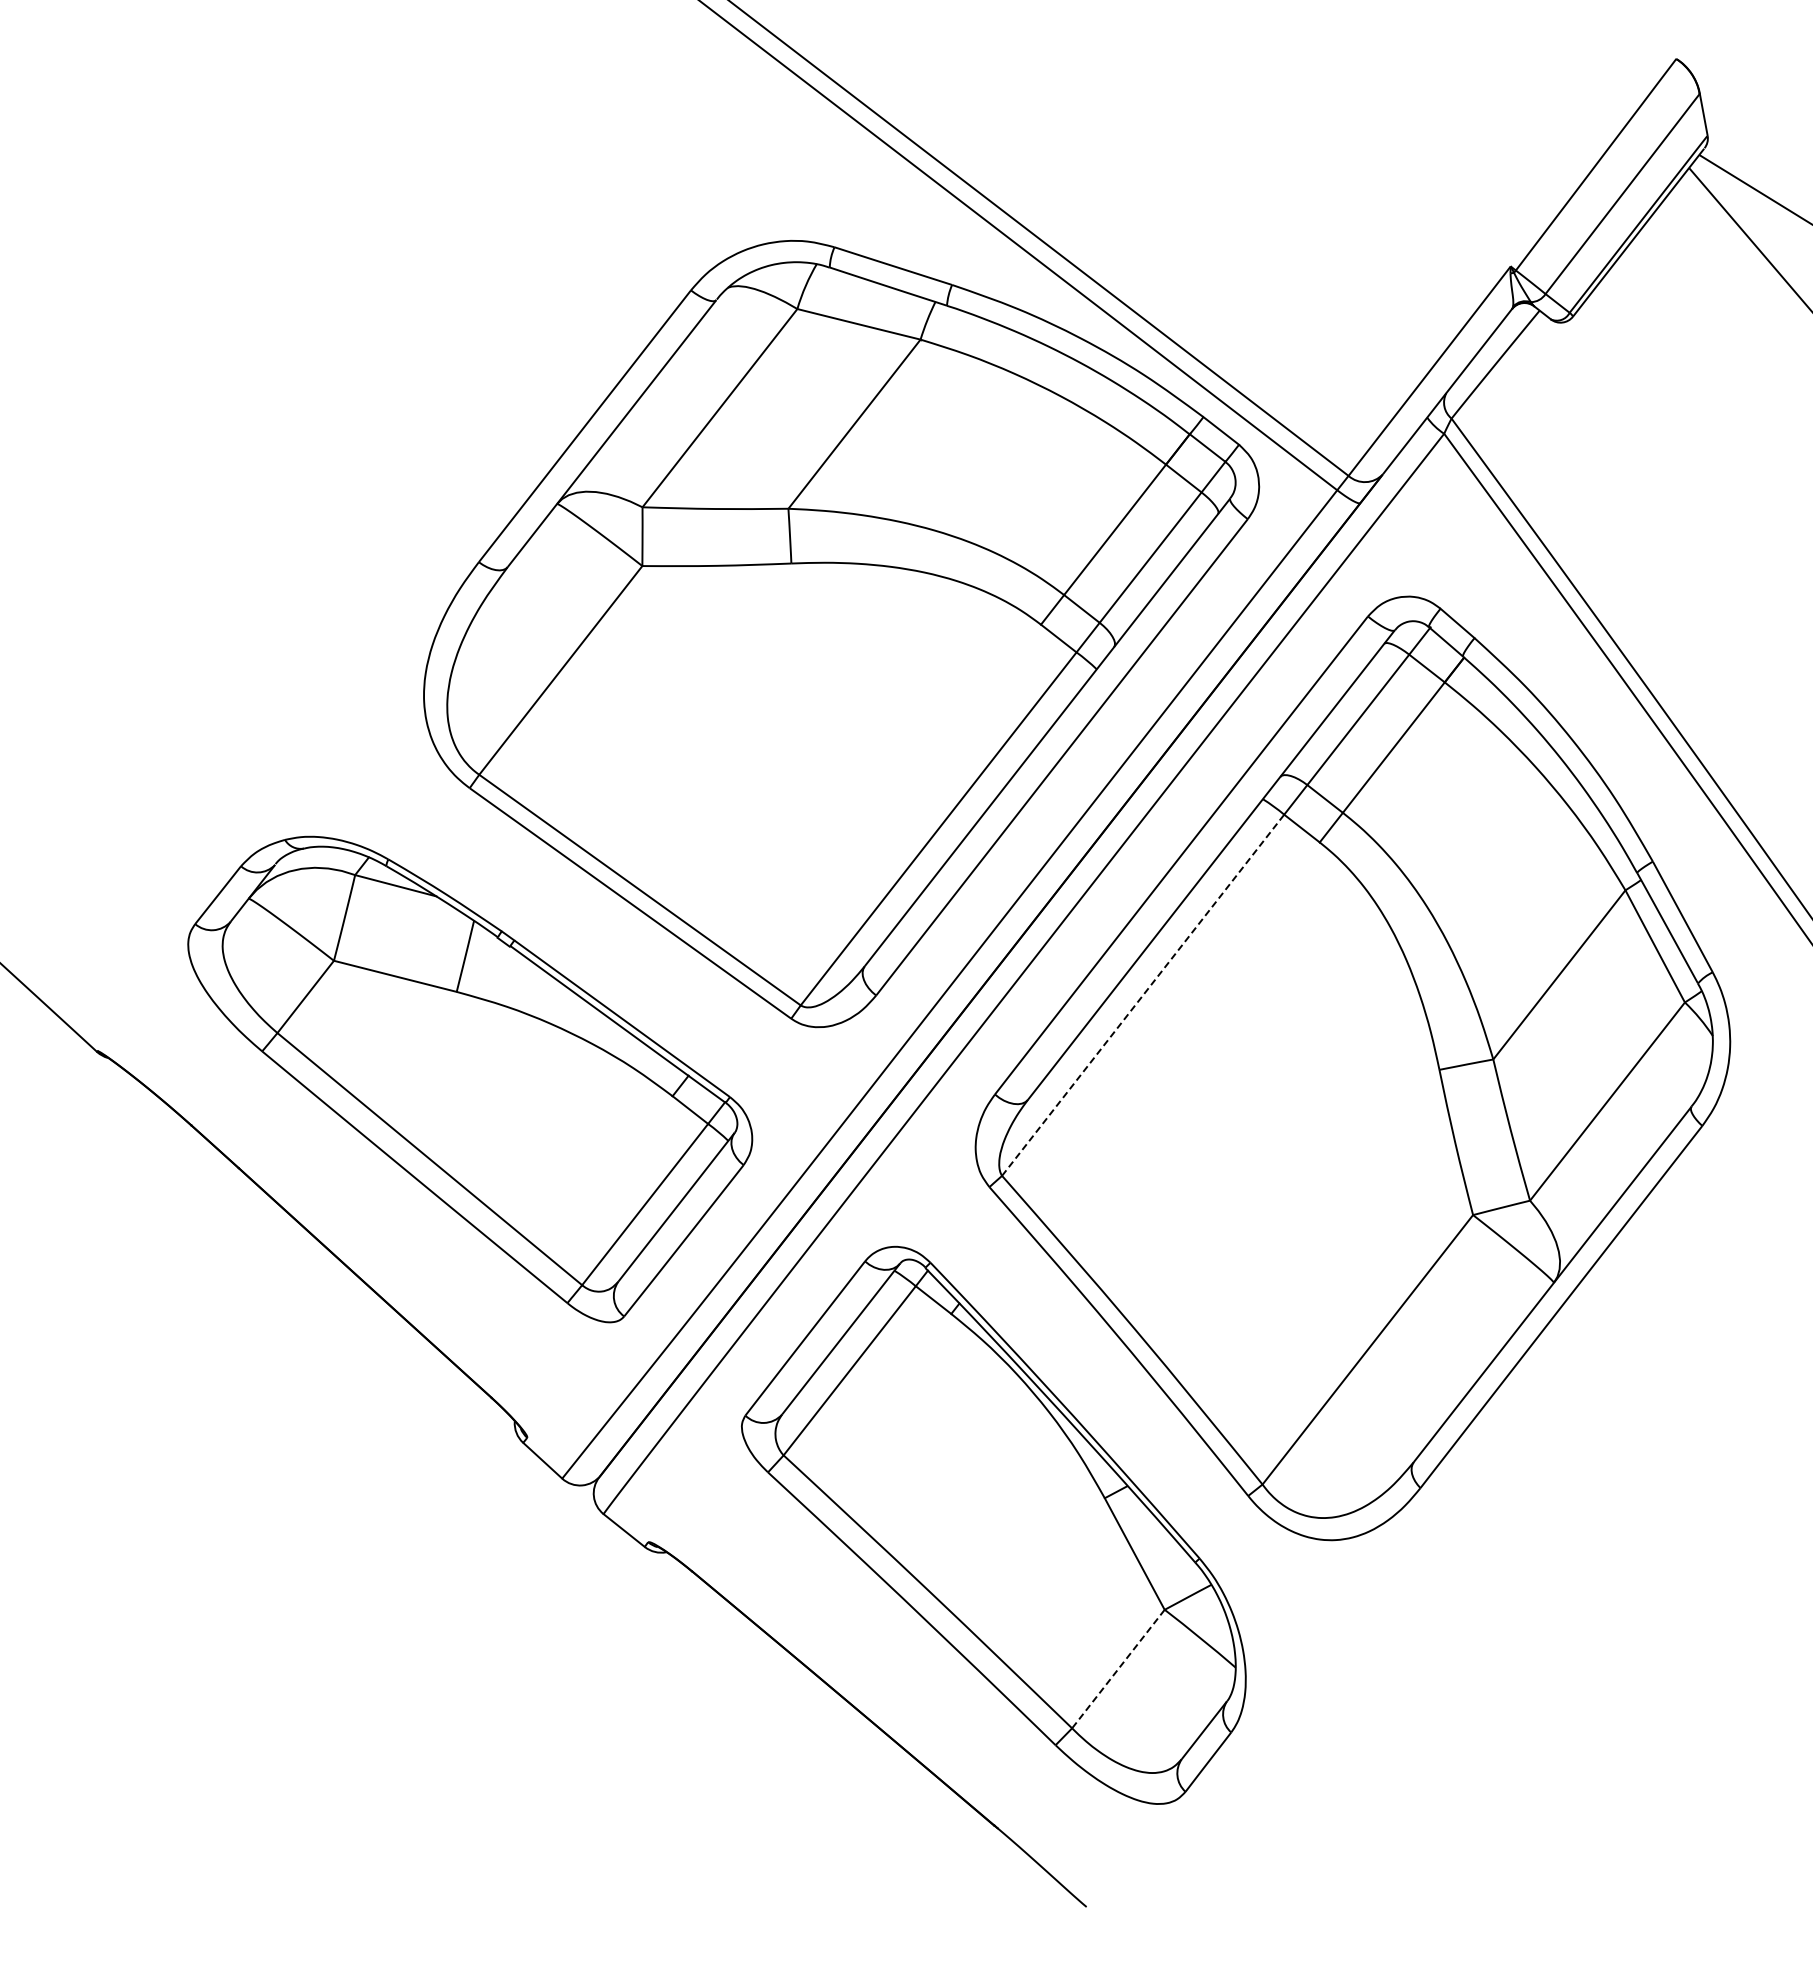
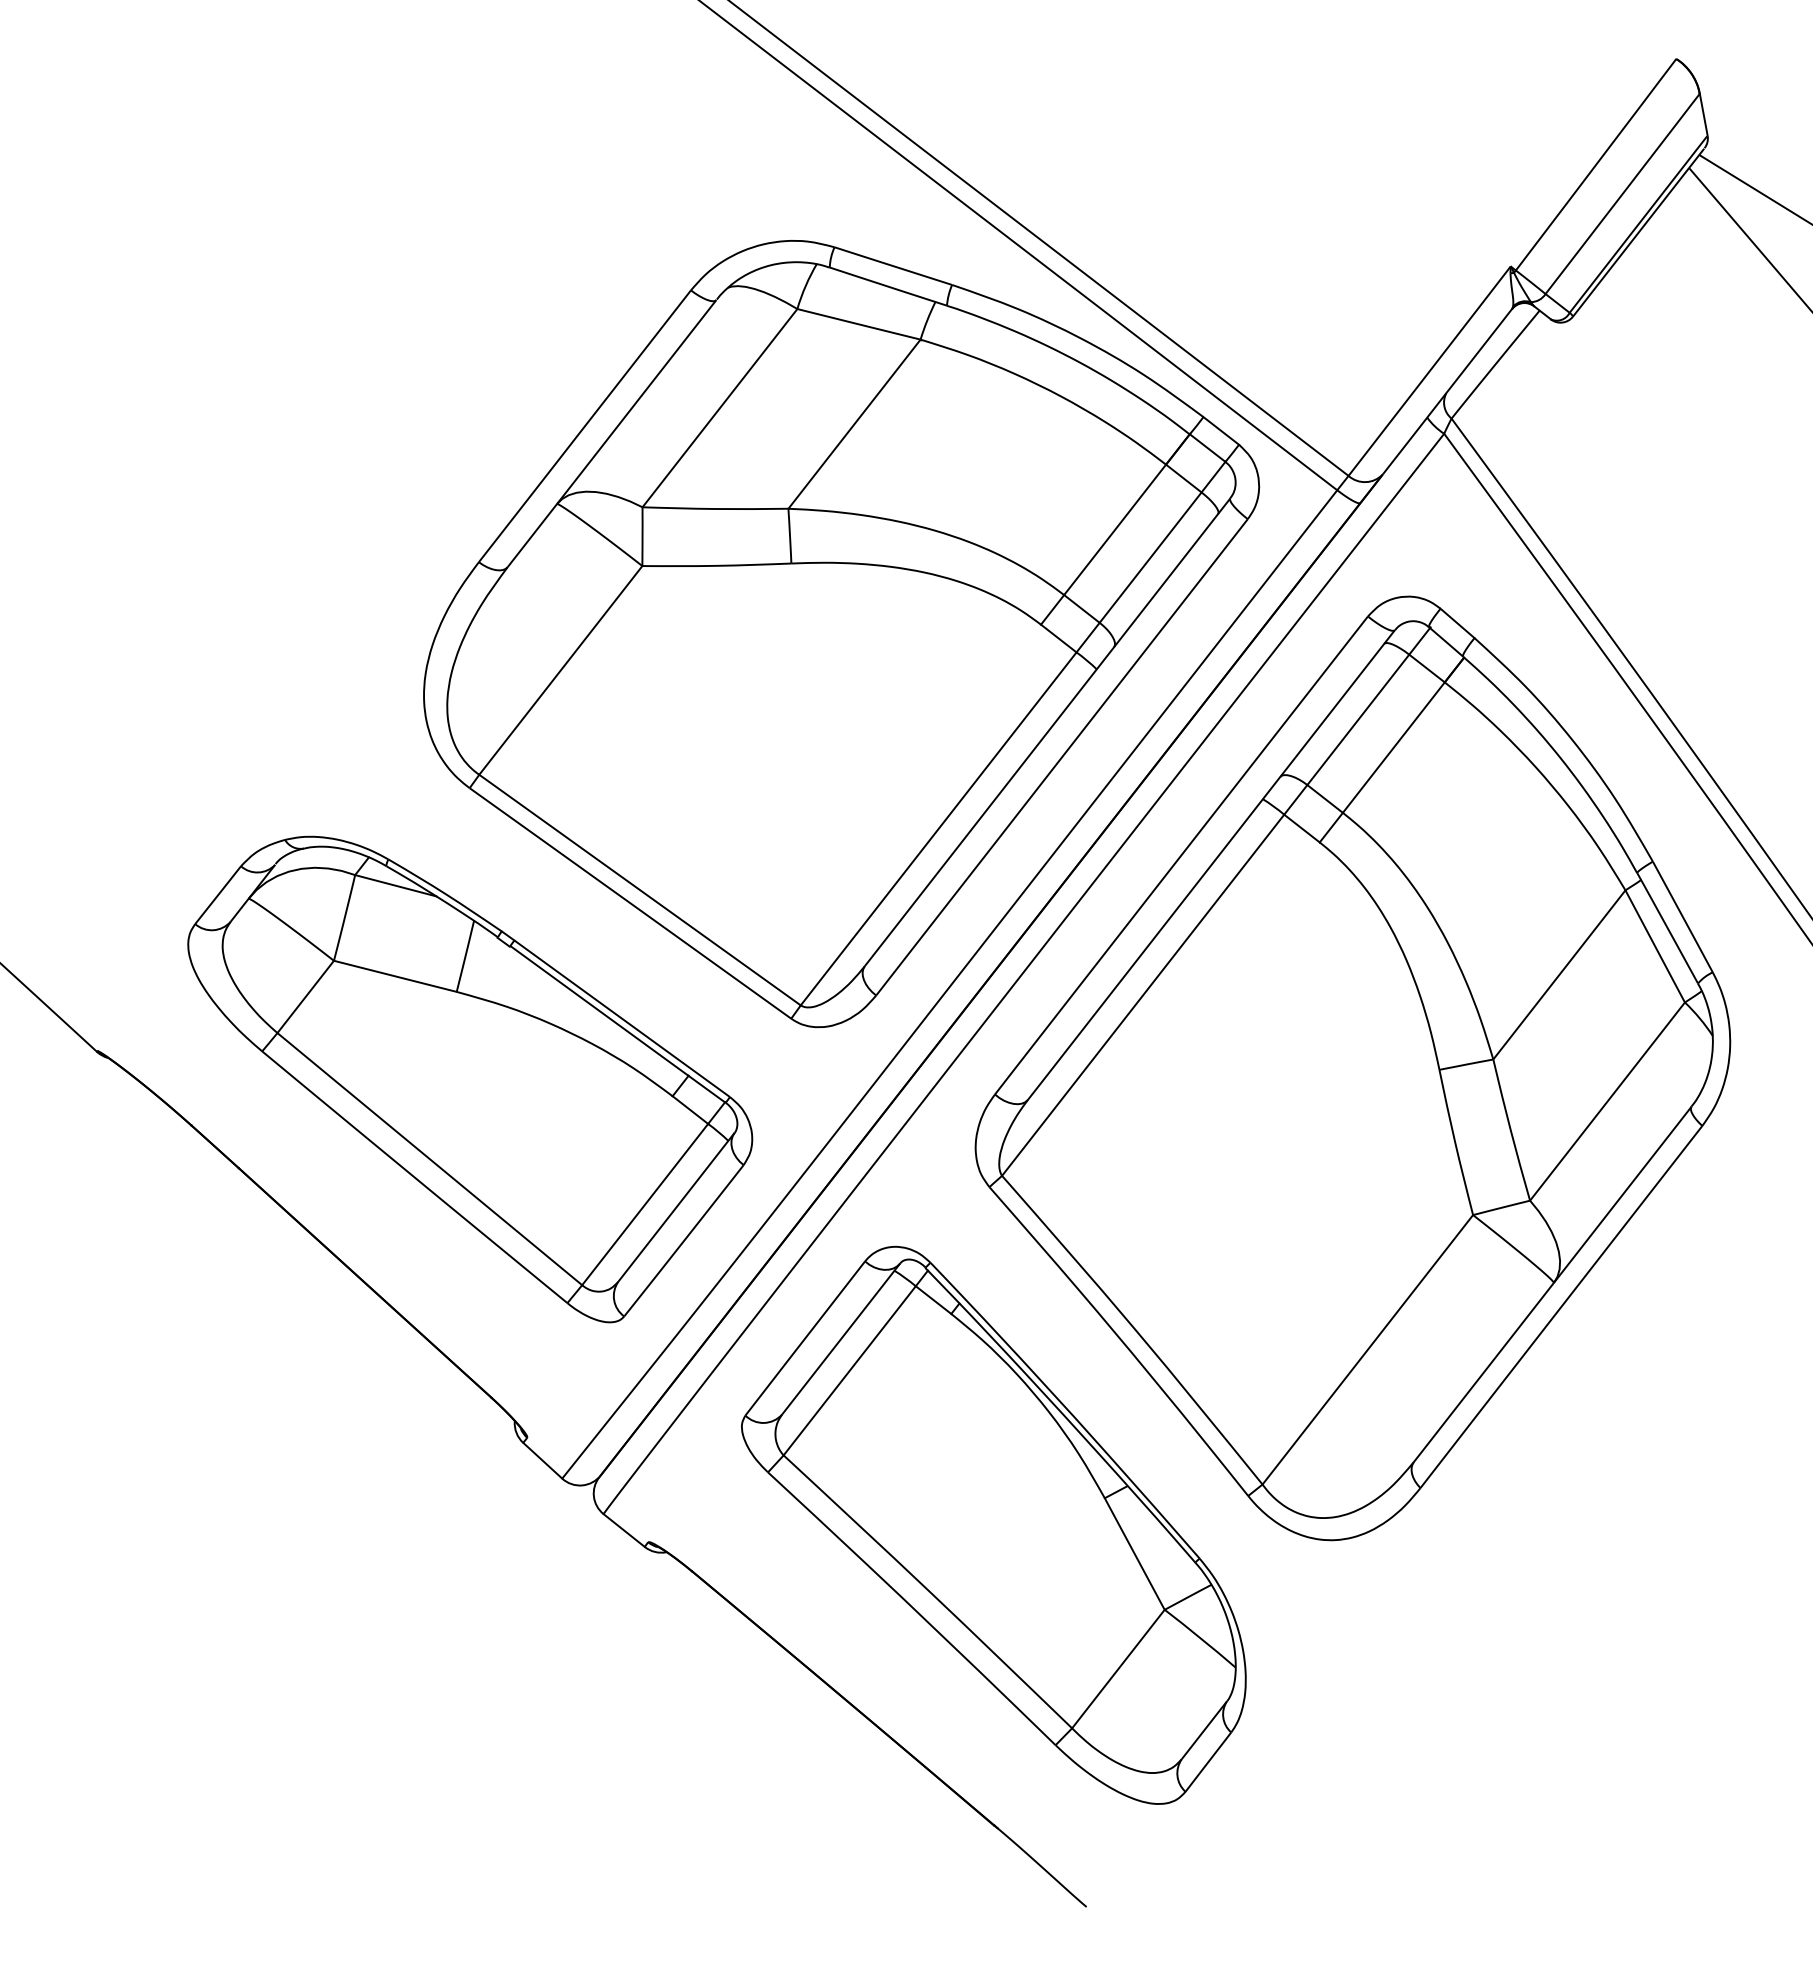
line at (1143, 994): dashed -> solid
line at (1118, 1669): dashed -> solid
